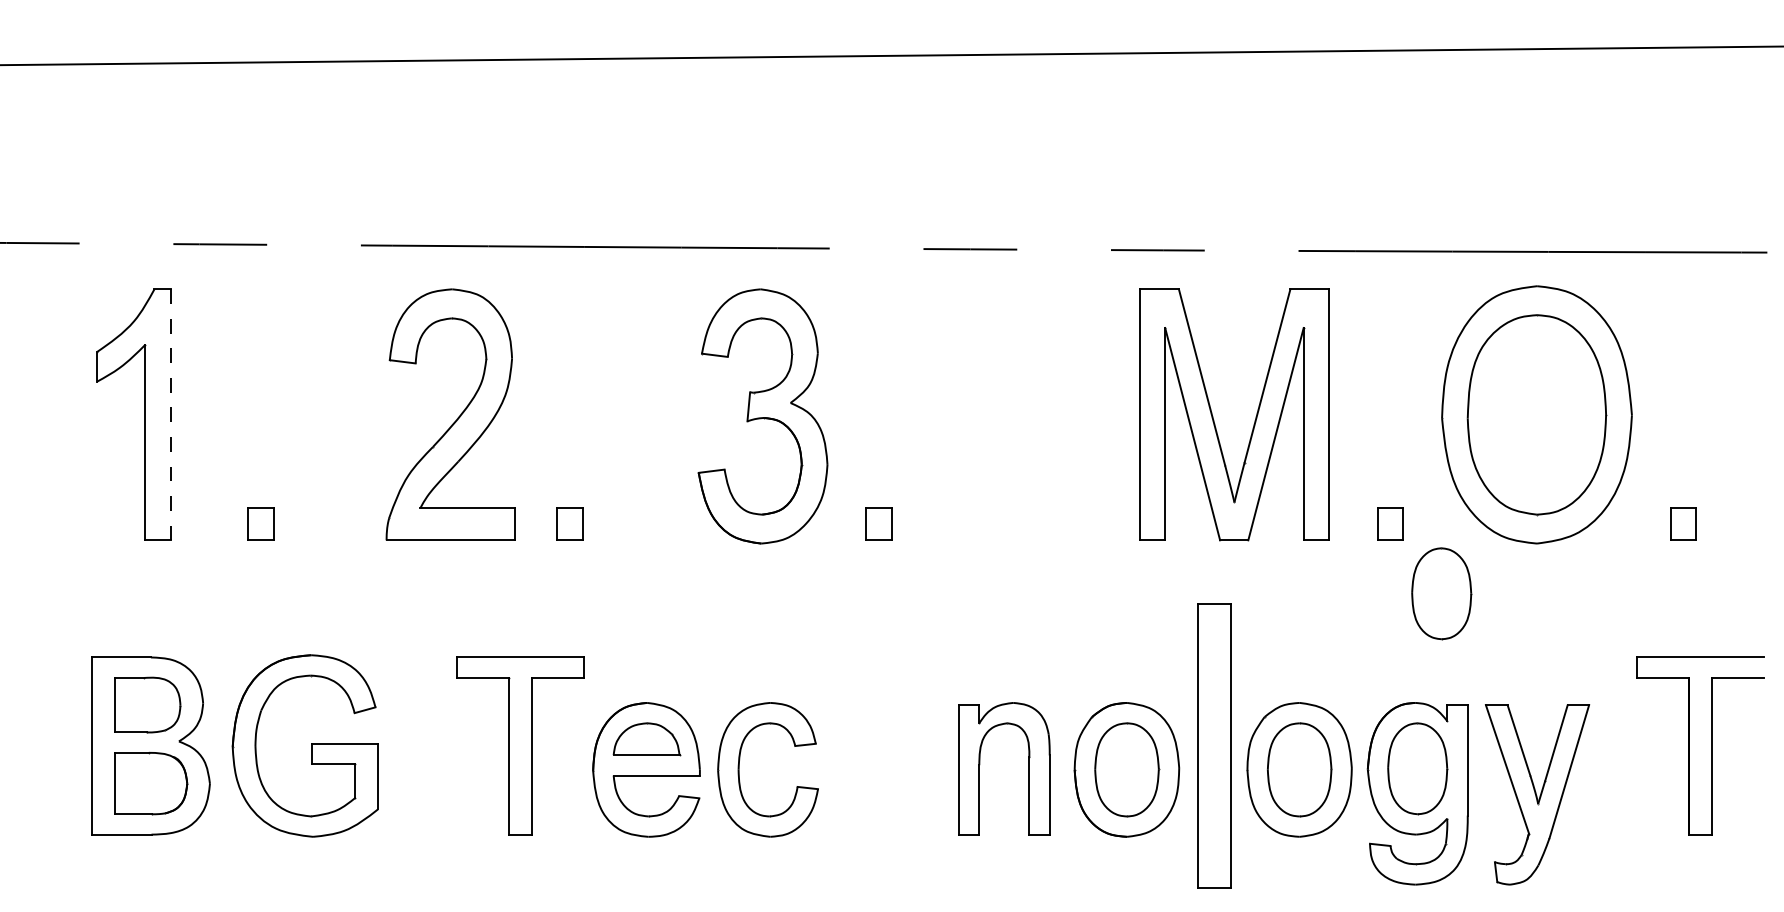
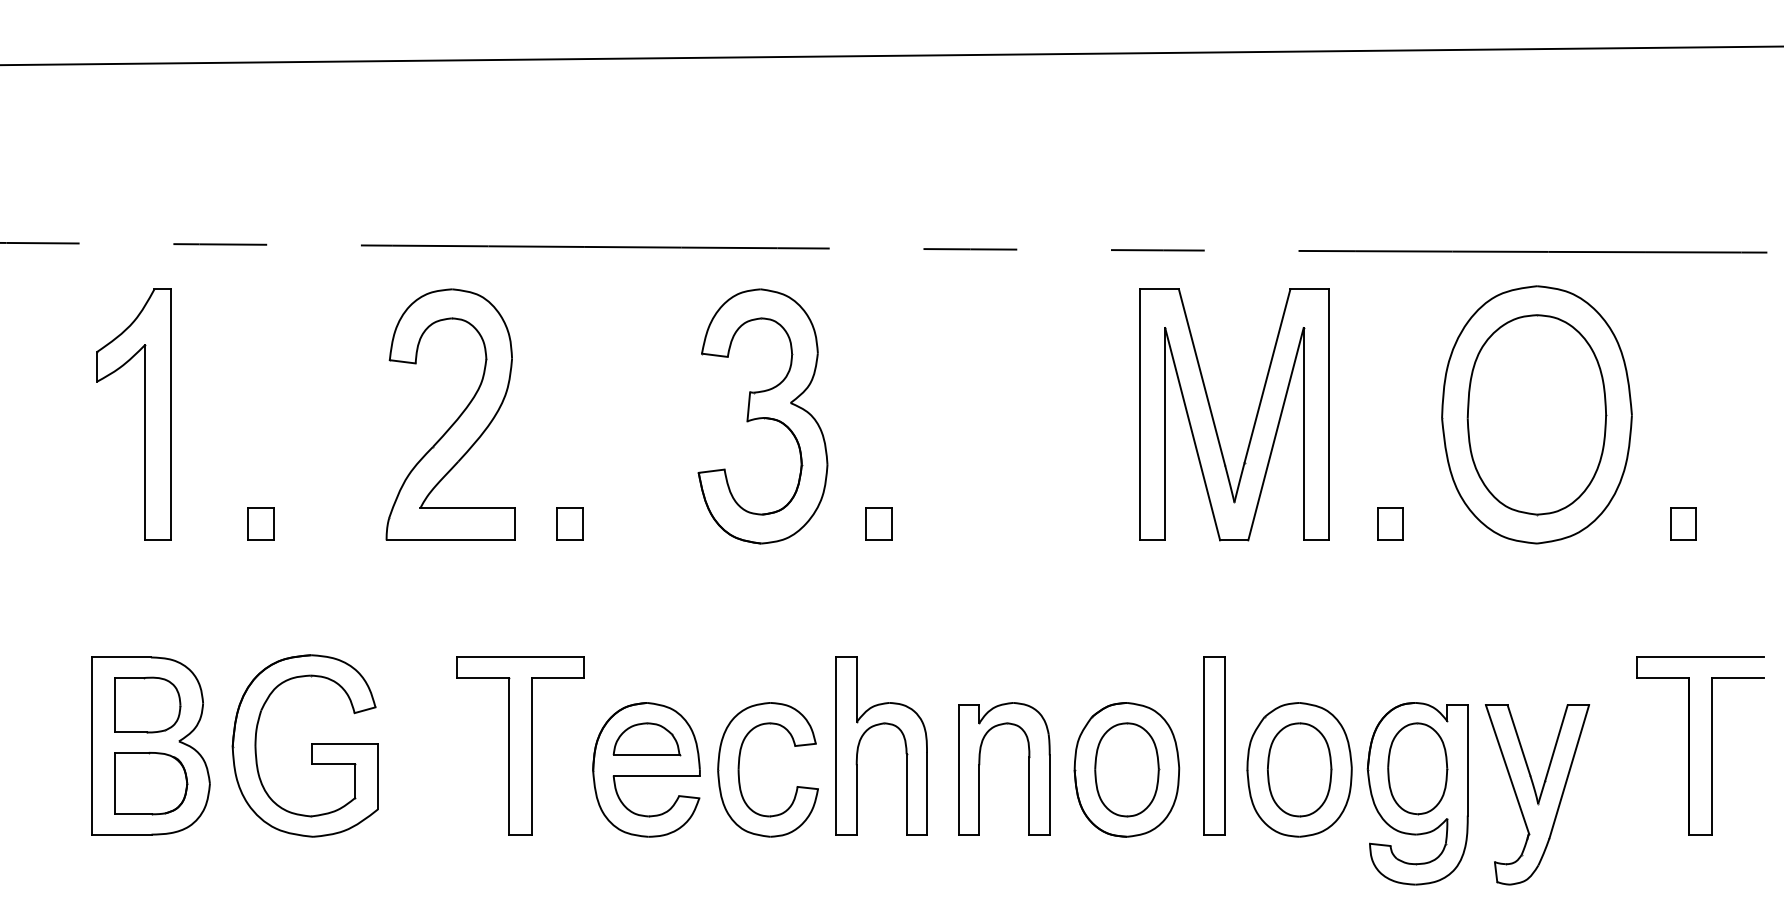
line at (170, 414): dashed -> solid
part at (1441, 593): present -> none
part at (873, 727): none -> present
part at (1214, 745) size: 35x286 px -> 23x180 px
